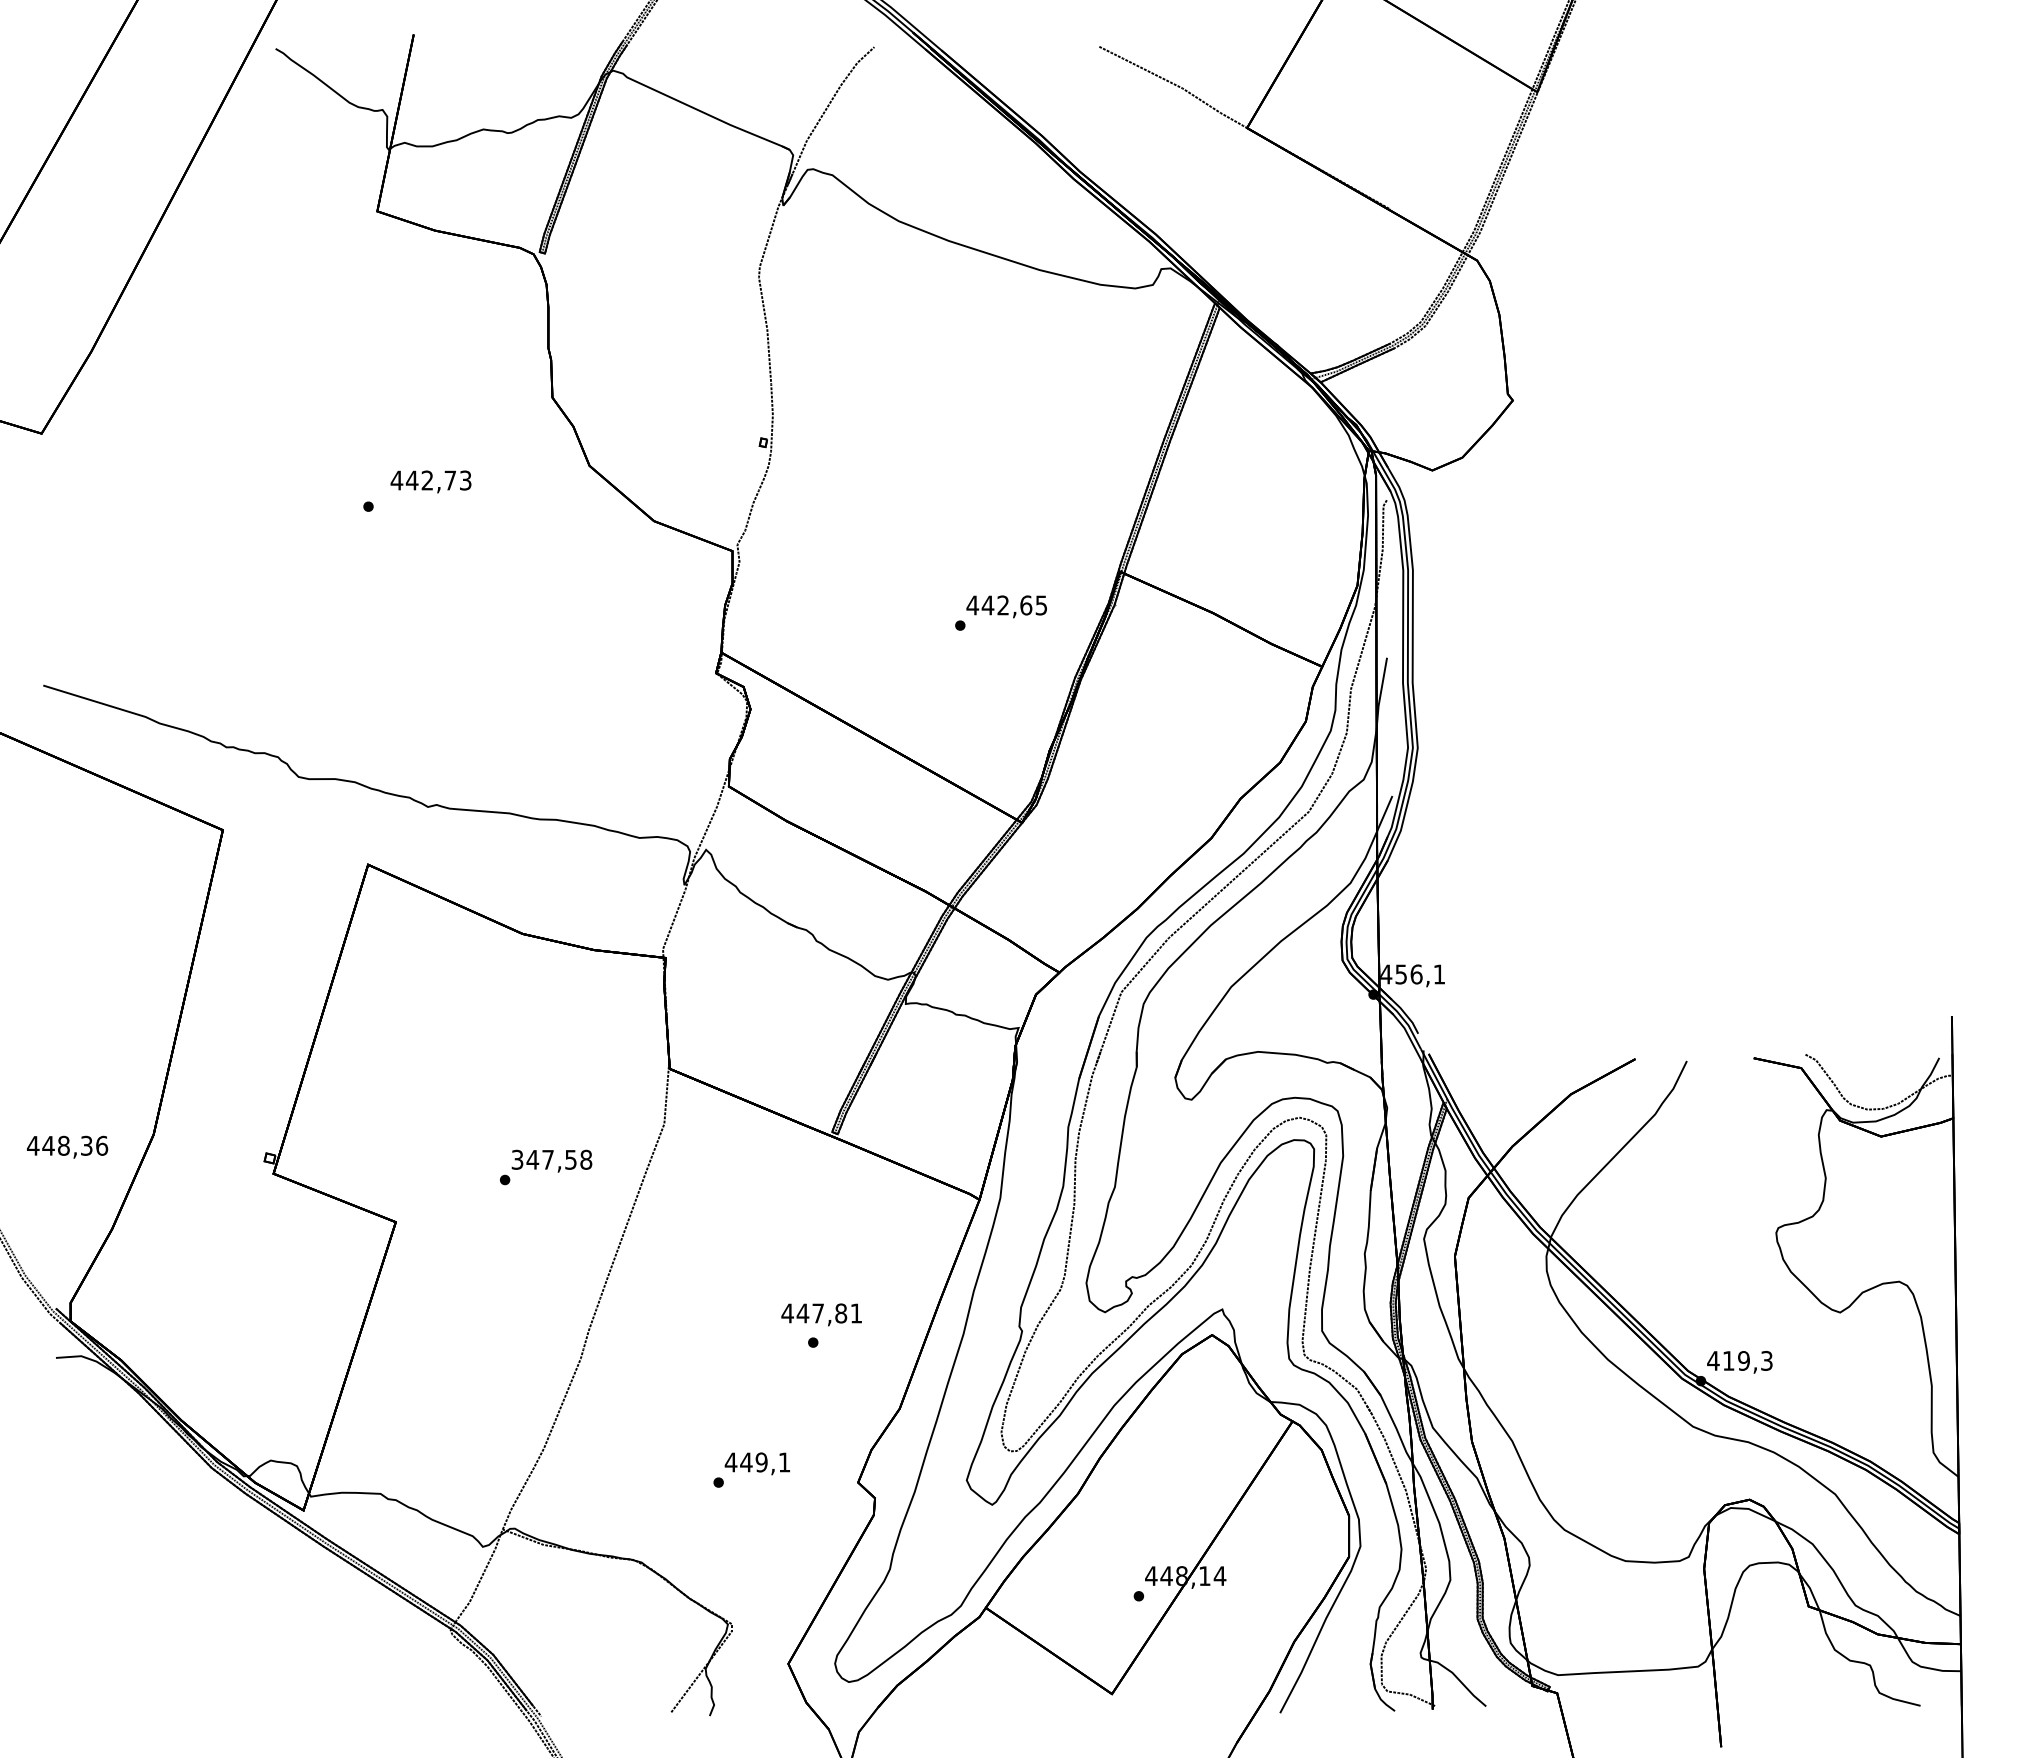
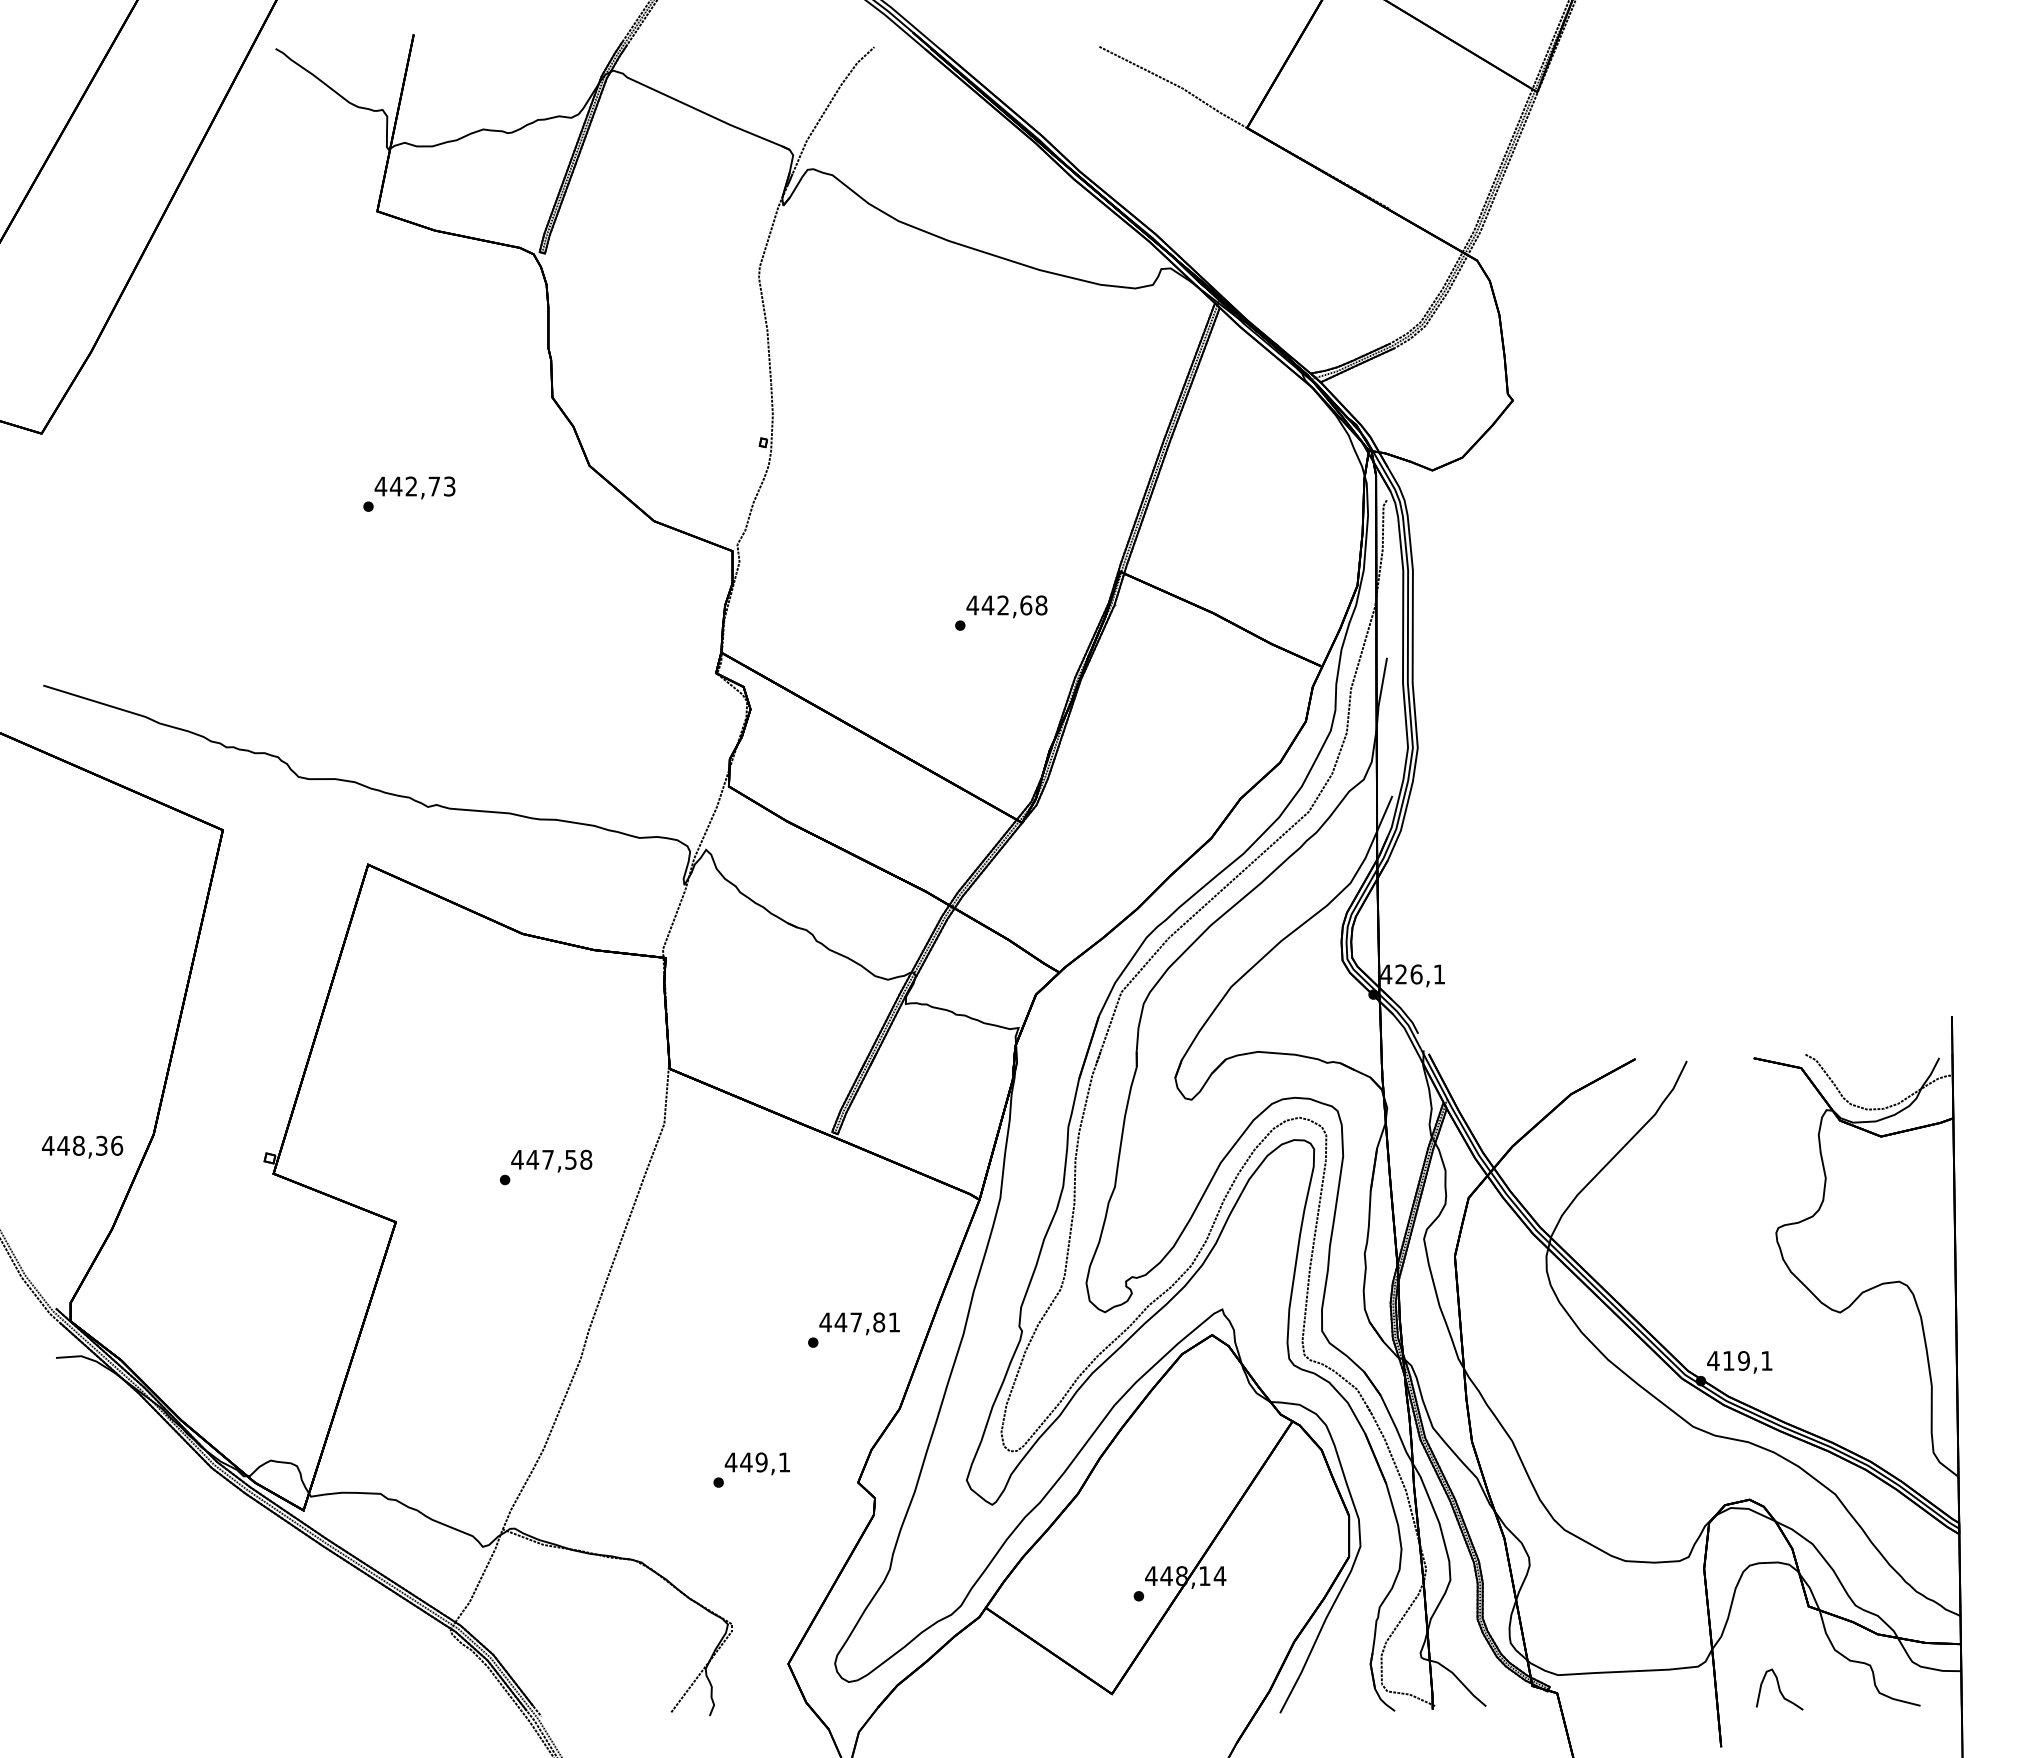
text at (430, 481) position: (430, 481) -> (414, 487)
text at (1041, 605): 442,65 -> 442,68
text at (1400, 974): 456,1 -> 426,1
text at (67, 1146) position: (67, 1146) -> (82, 1146)
text at (517, 1159): 347,58 -> 447,58
text at (821, 1314) position: (821, 1314) -> (859, 1323)
text at (1766, 1360): 419,3 -> 419,1
curve at (1779, 1689): none -> present
